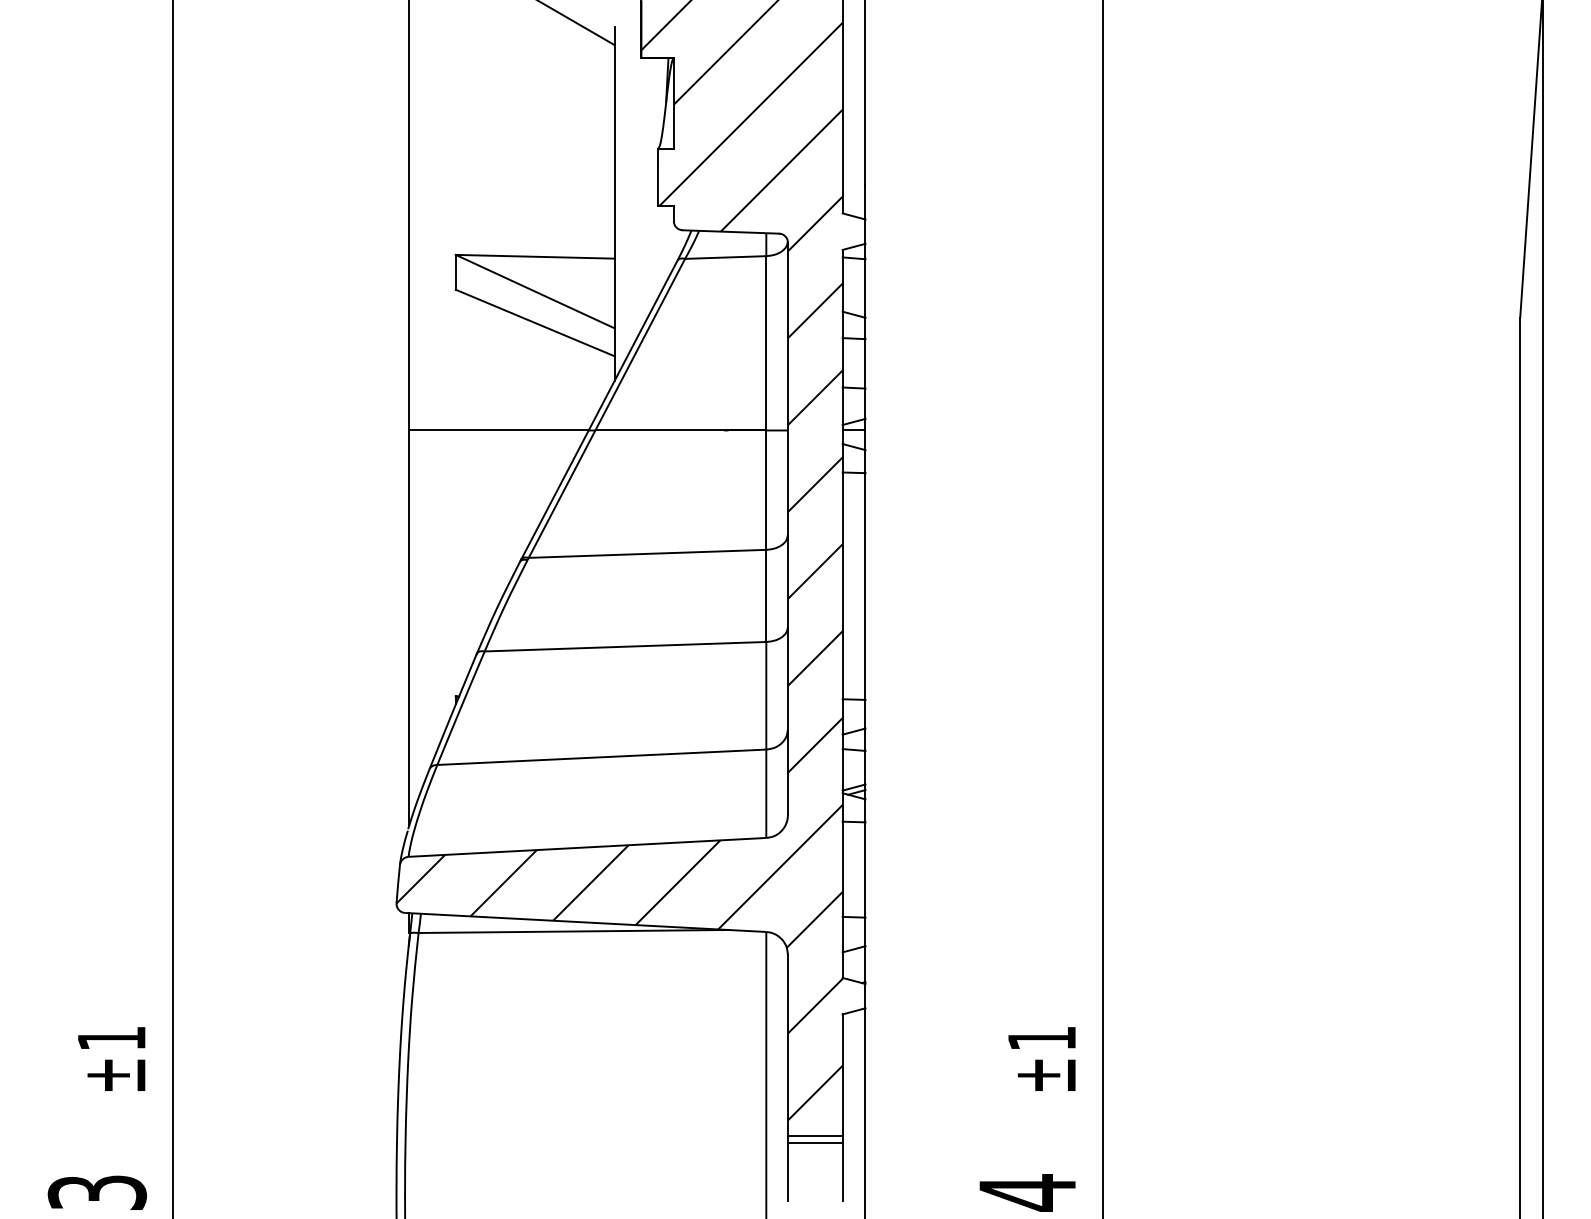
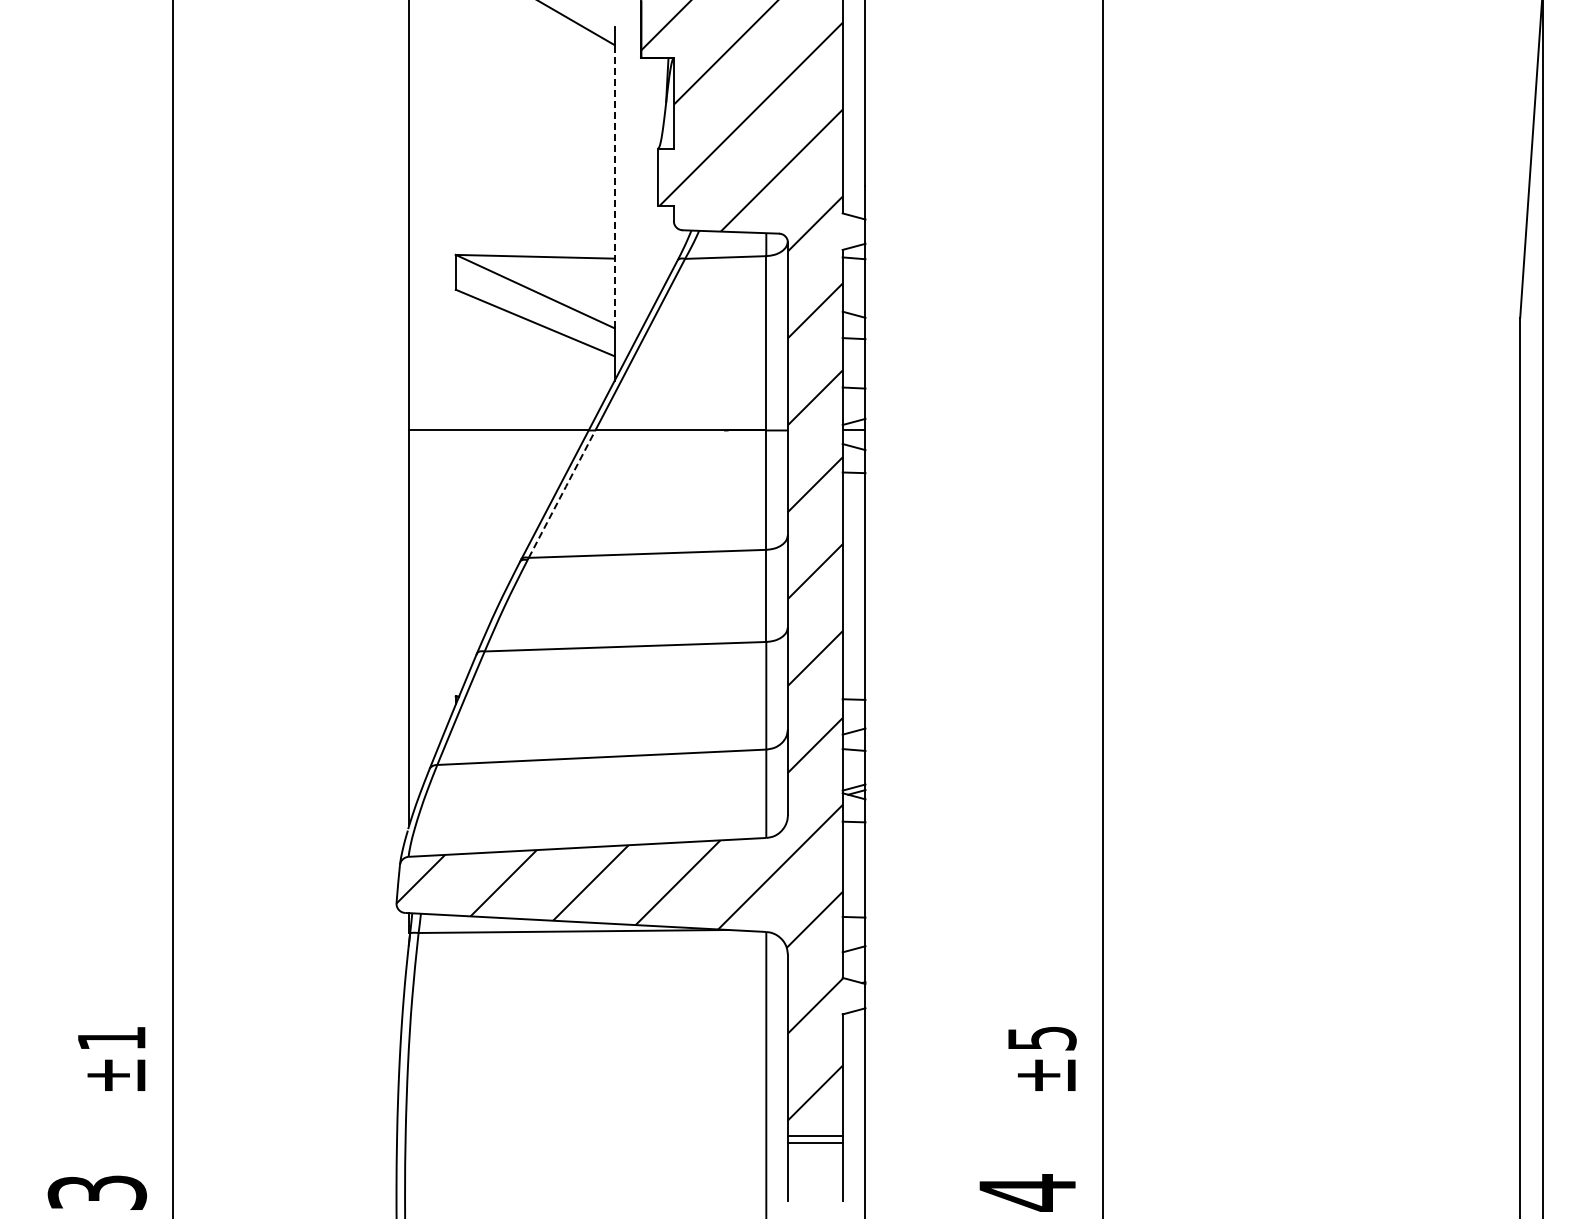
line at (614, 186): solid -> dashed
line at (562, 493): solid -> dashed
text at (1042, 1038): ±1 -> ±5
